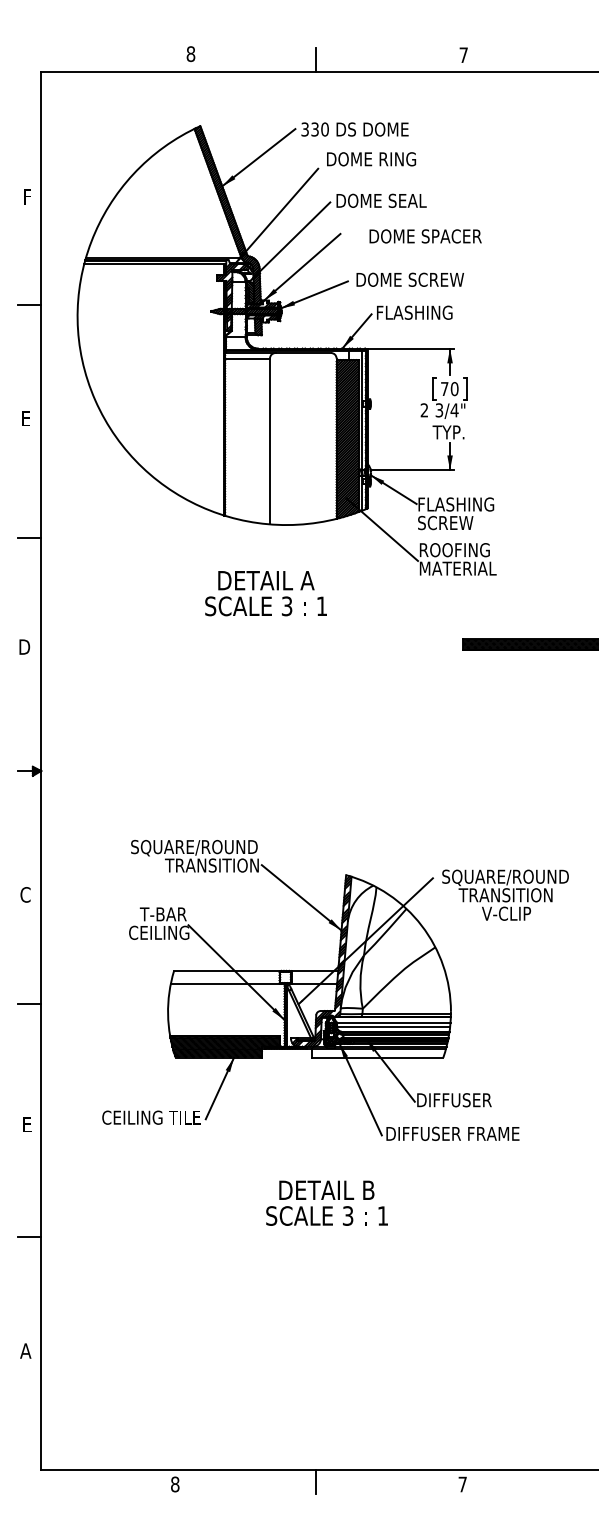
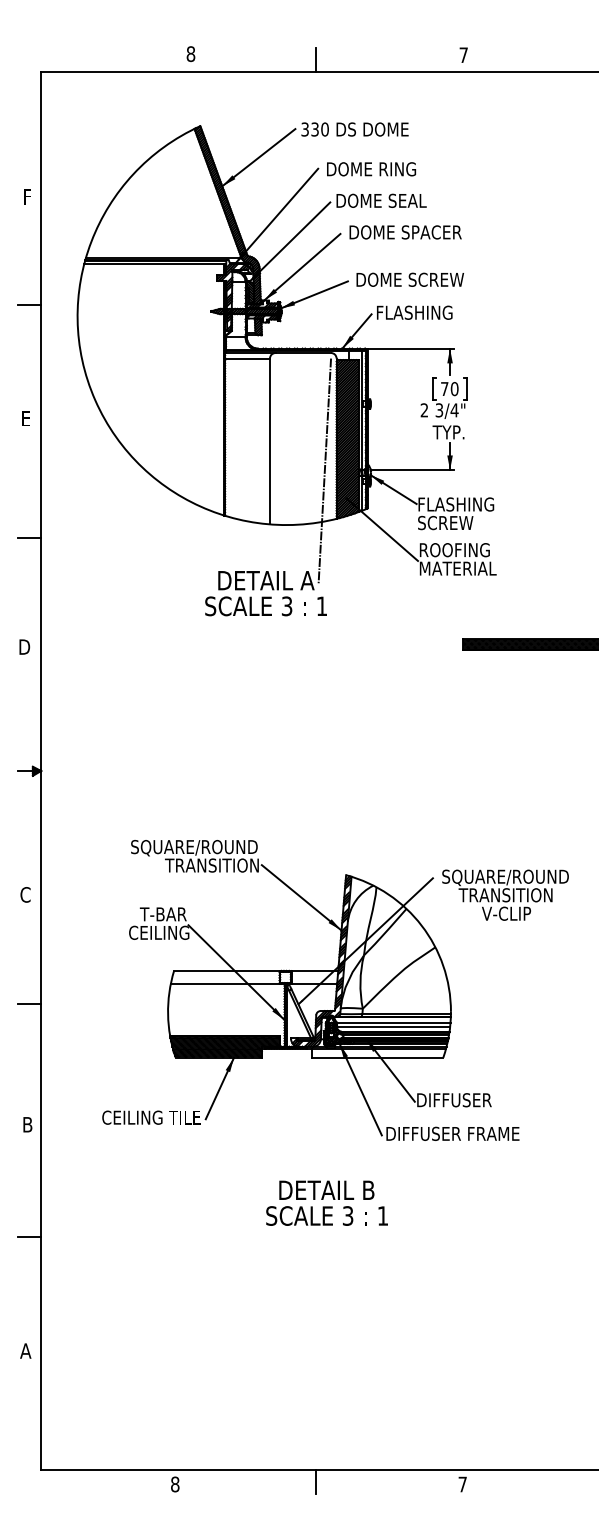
text at (371, 159) position: (371, 159) -> (371, 169)
text at (425, 236) position: (425, 236) -> (405, 232)
line at (324, 470): none -> present
text at (27, 1124): E -> B
